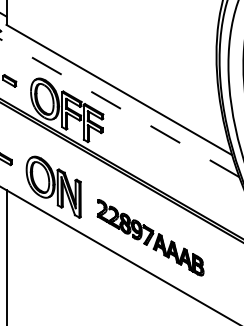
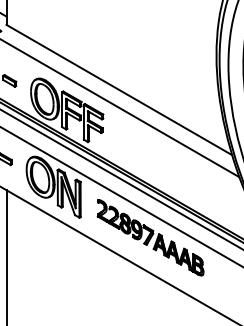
line at (119, 107): dashed -> solid
line at (121, 178): none -> present
line at (121, 196): none -> present
